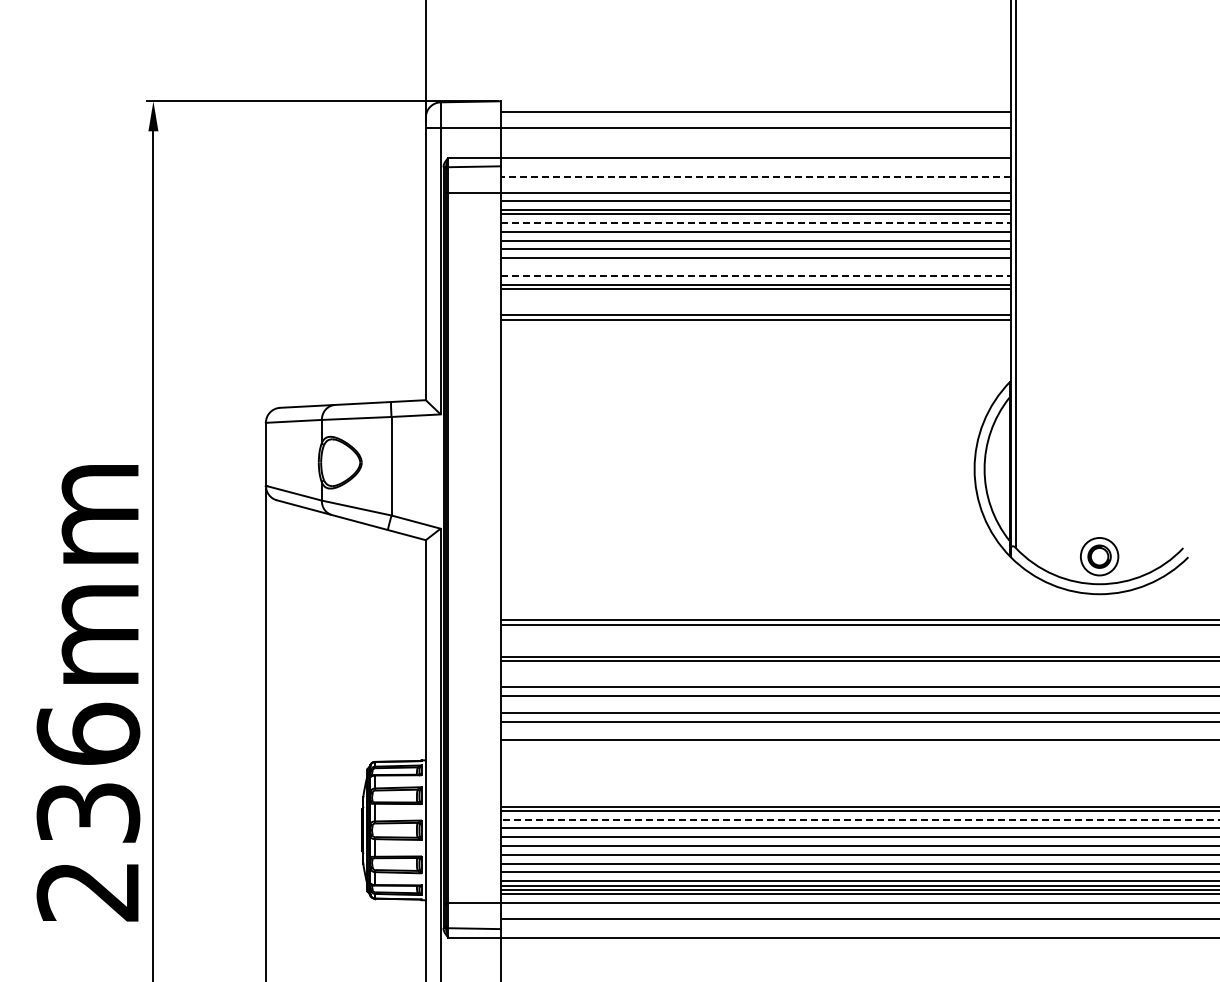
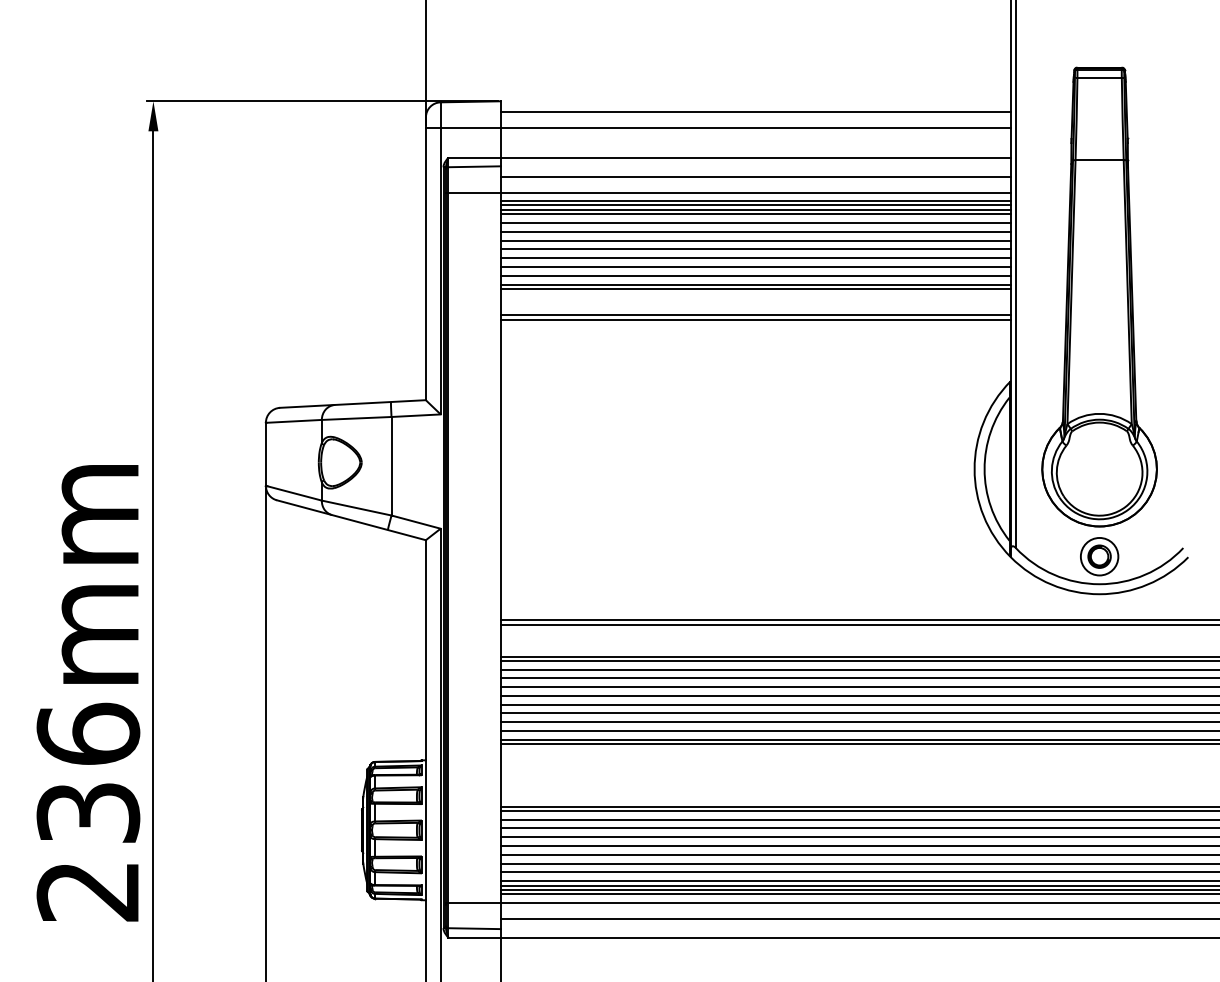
line at (755, 176): dashed -> solid
line at (755, 205): none -> present
line at (755, 223): dashed -> solid
line at (755, 267): none -> present
line at (755, 275): dashed -> solid
part at (1099, 296): none -> present
line at (858, 669): none -> present
line at (858, 678): none -> present
line at (858, 704): none -> present
line at (858, 730): none -> present
line at (858, 743): none -> present
line at (859, 819): dashed -> solid
